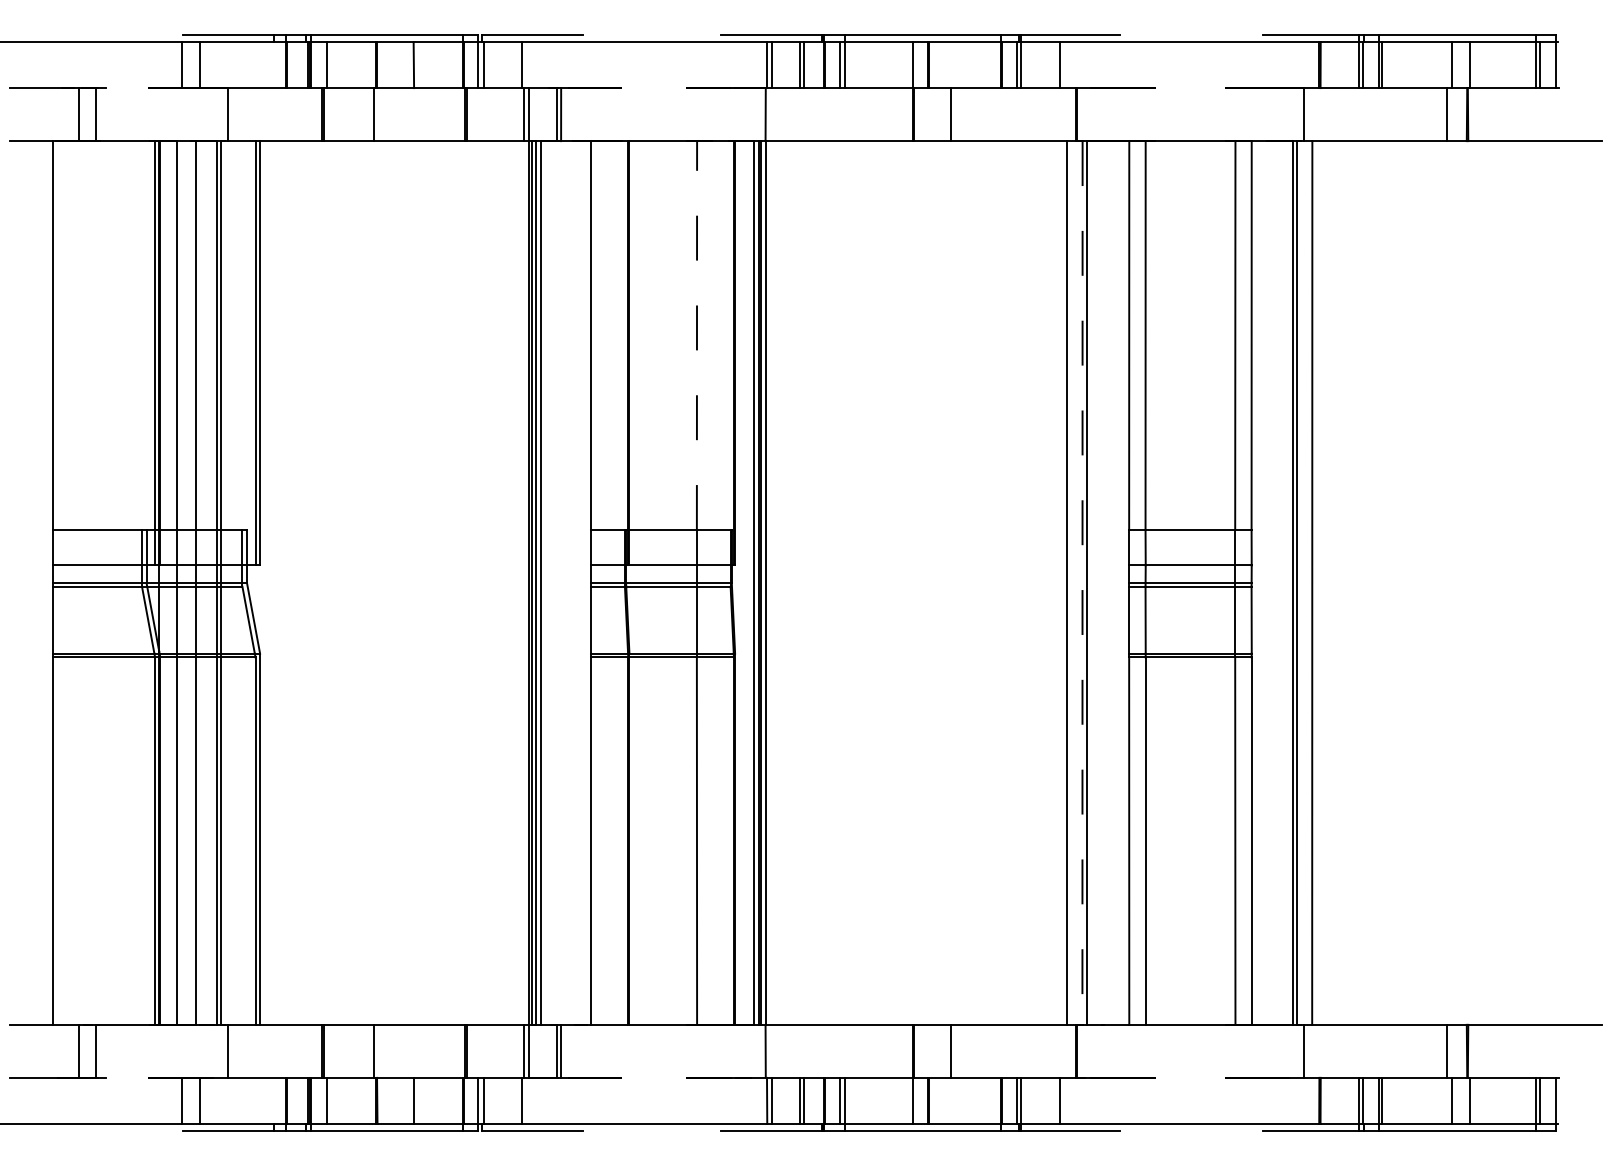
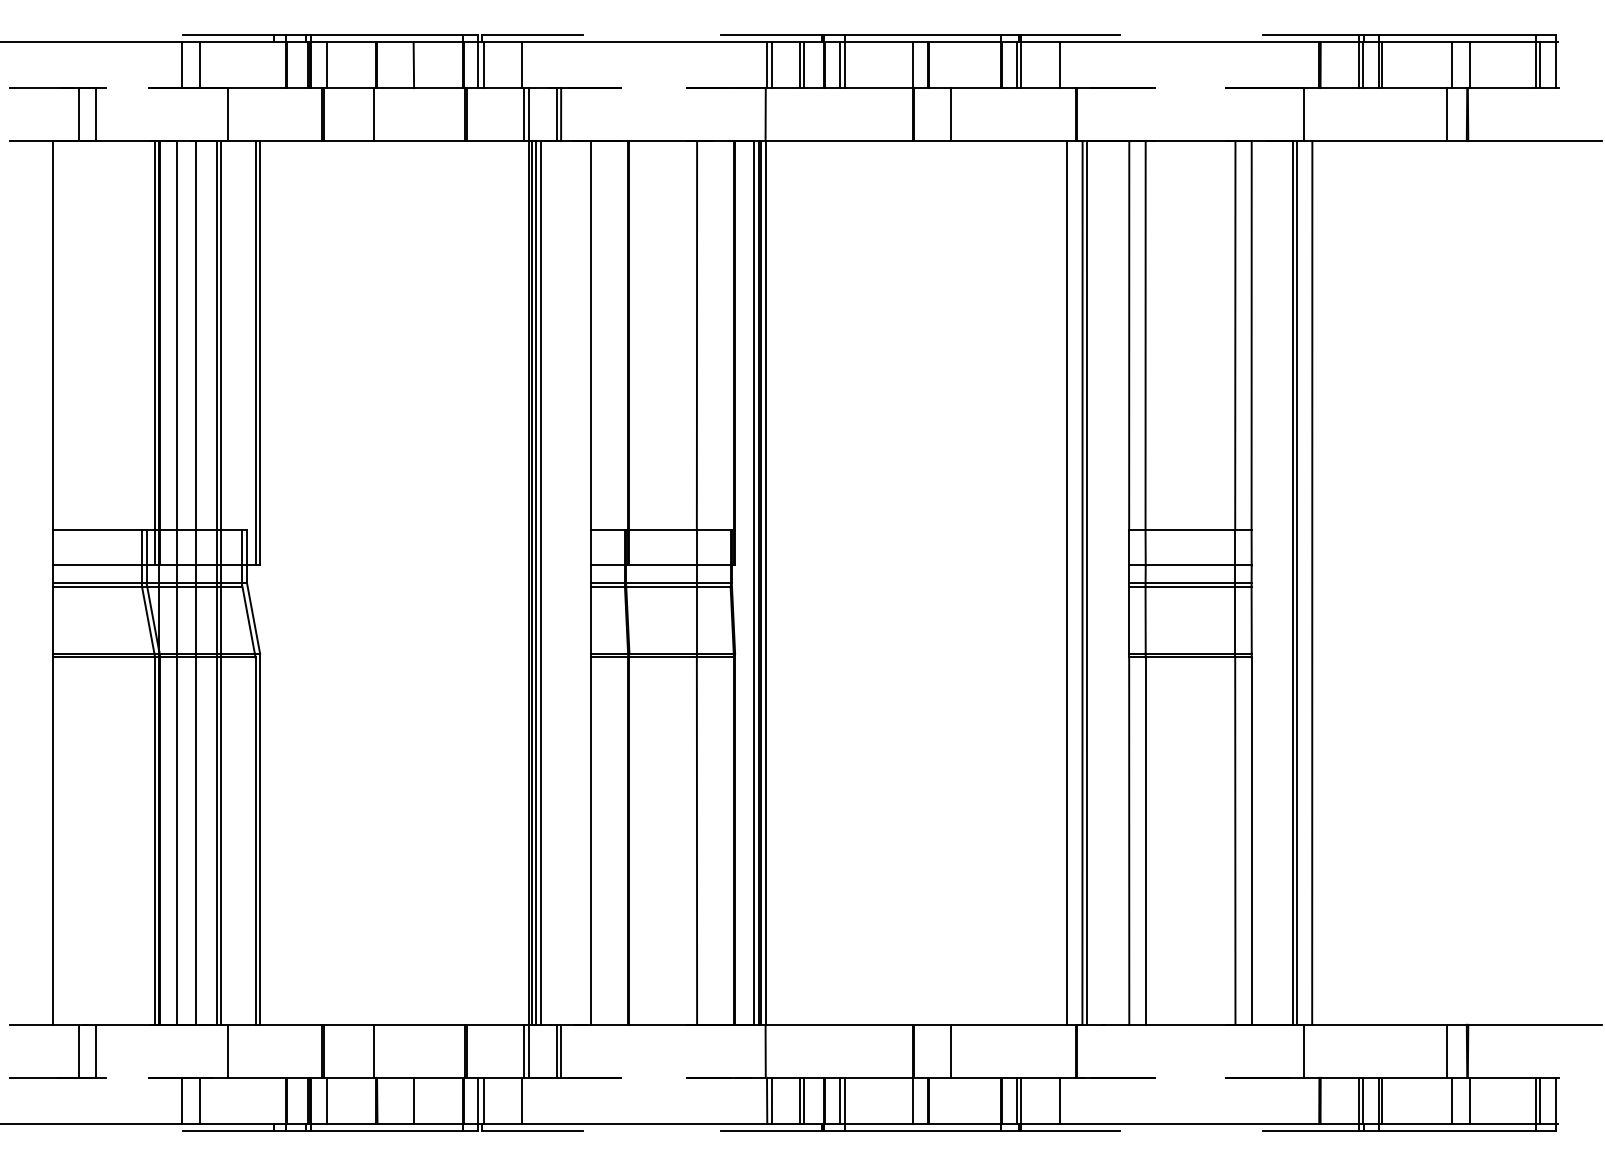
line at (696, 335): dashed -> solid
line at (1082, 582): dashed -> solid
